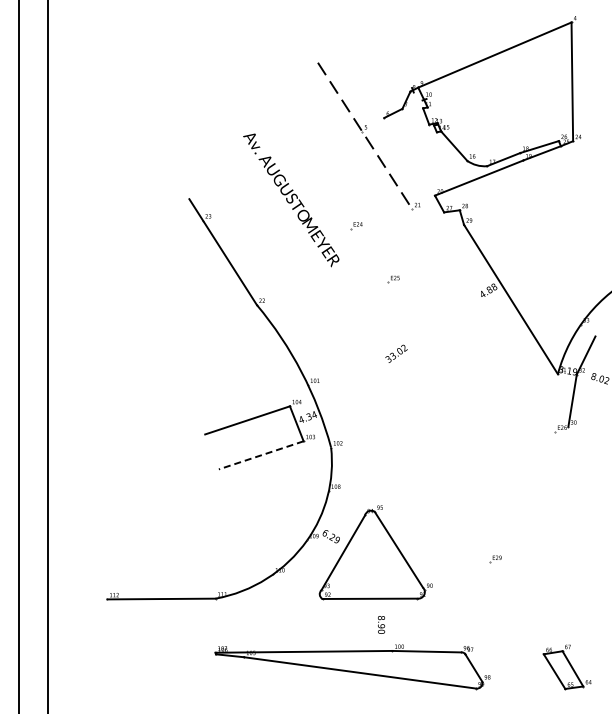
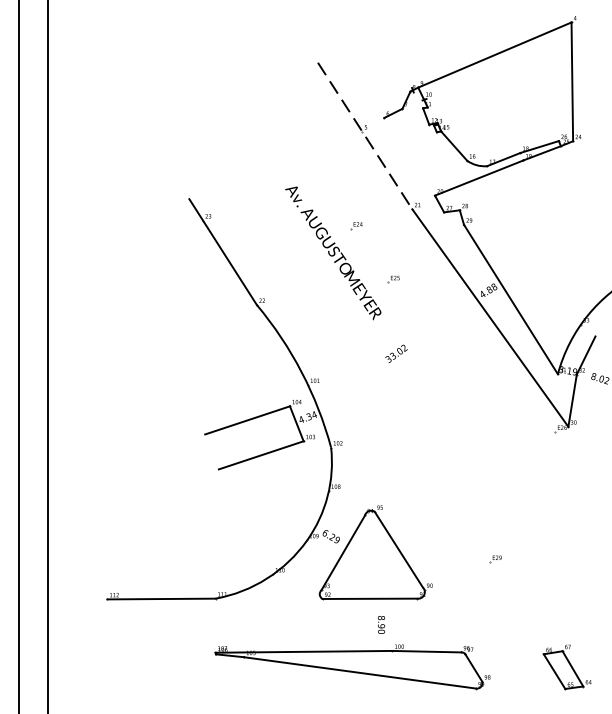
text at (291, 200) position: (291, 200) -> (333, 253)
line at (490, 317): none -> present
line at (261, 455): dashed -> solid
